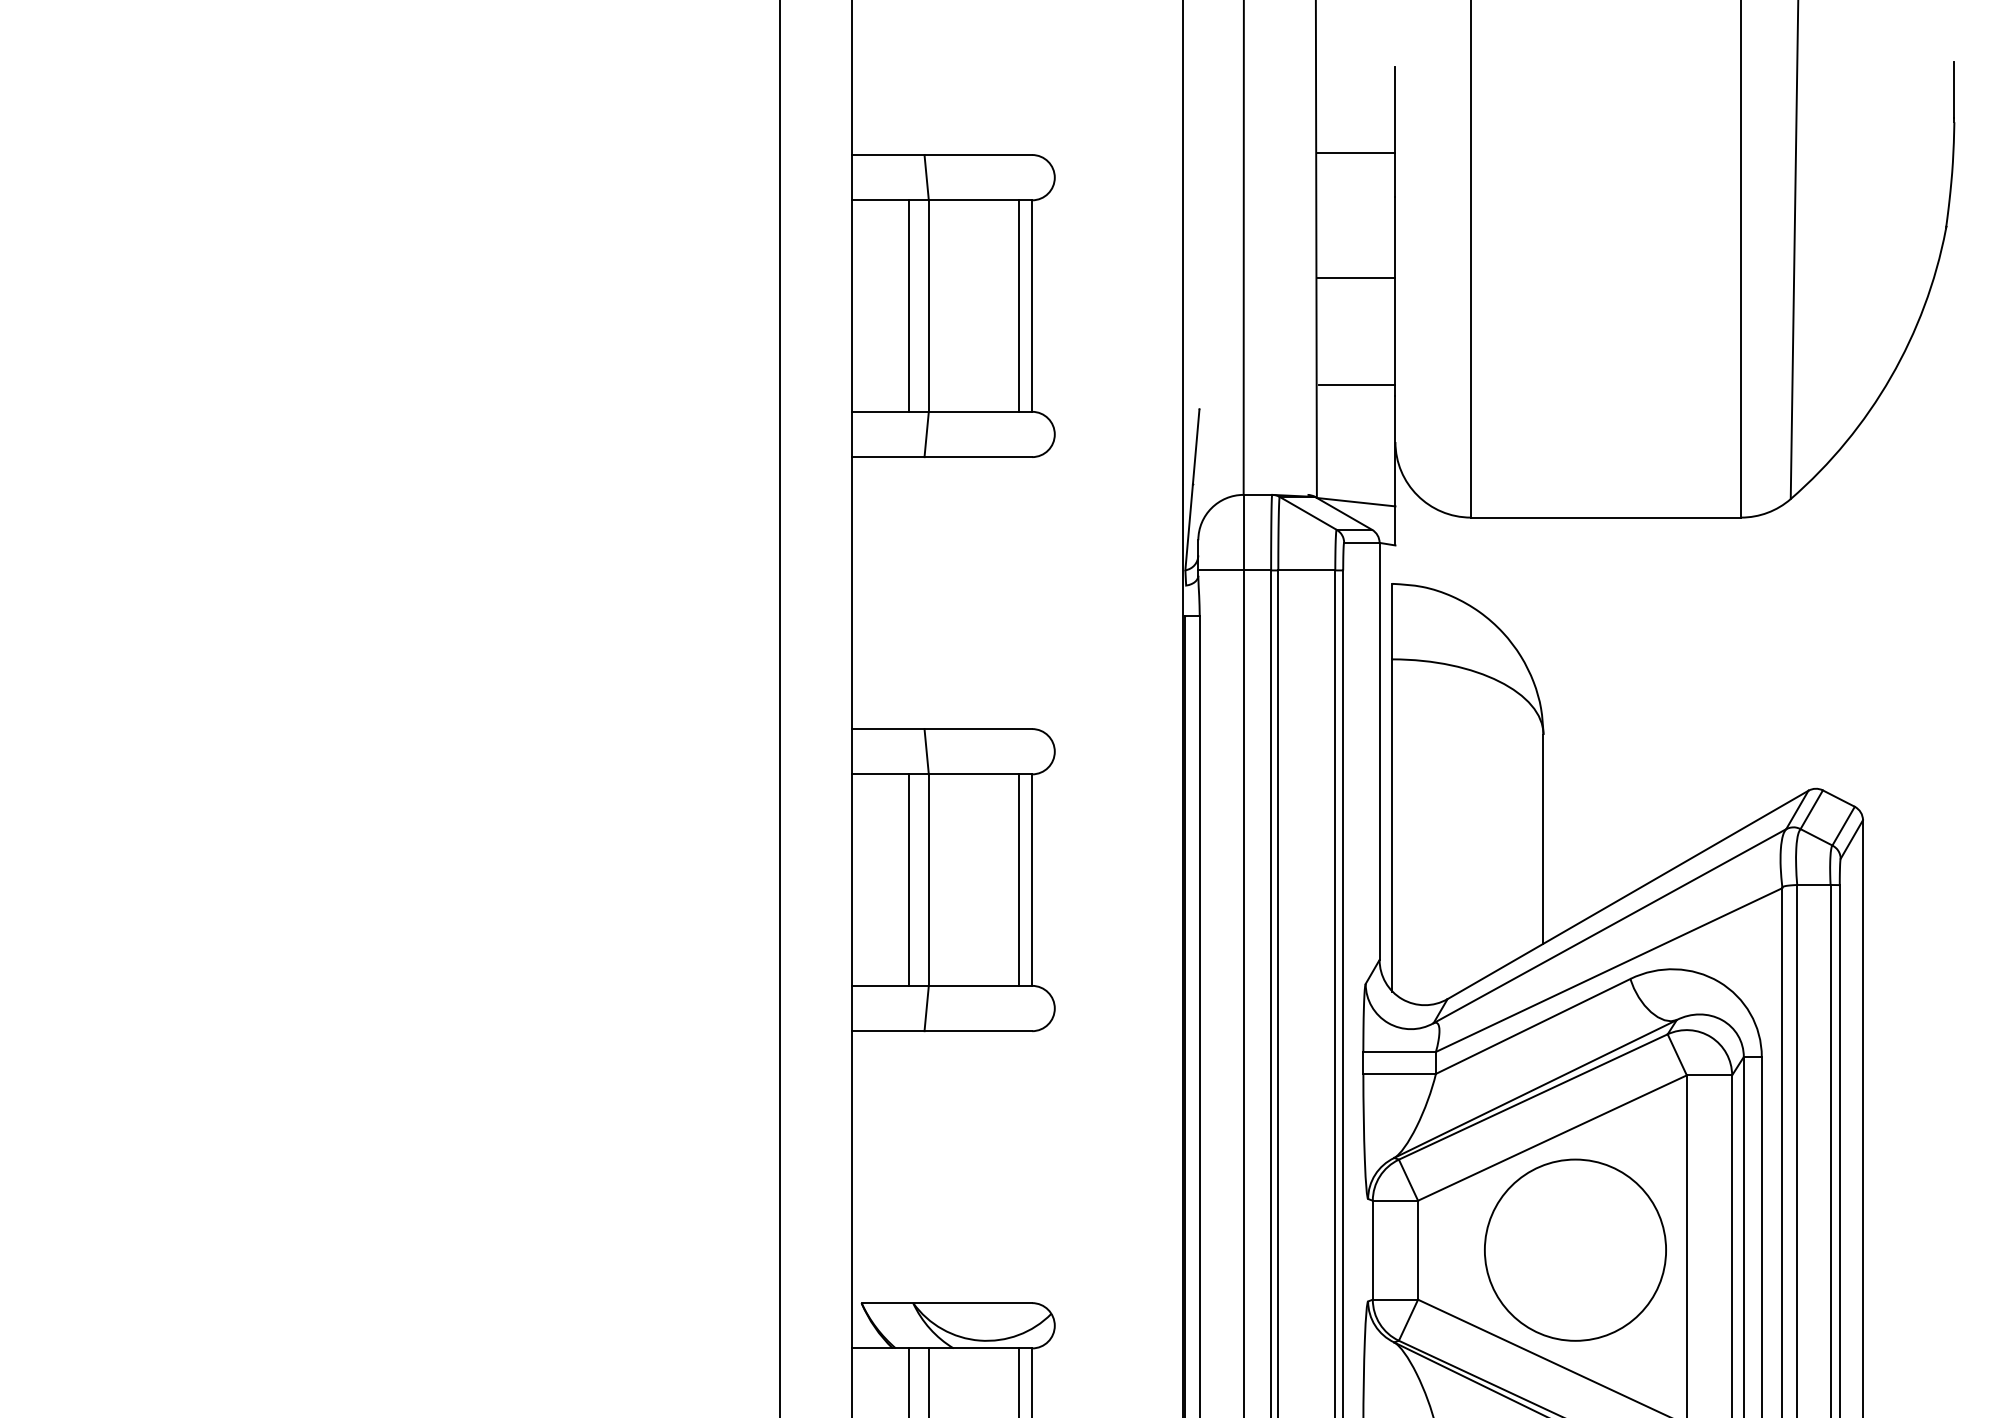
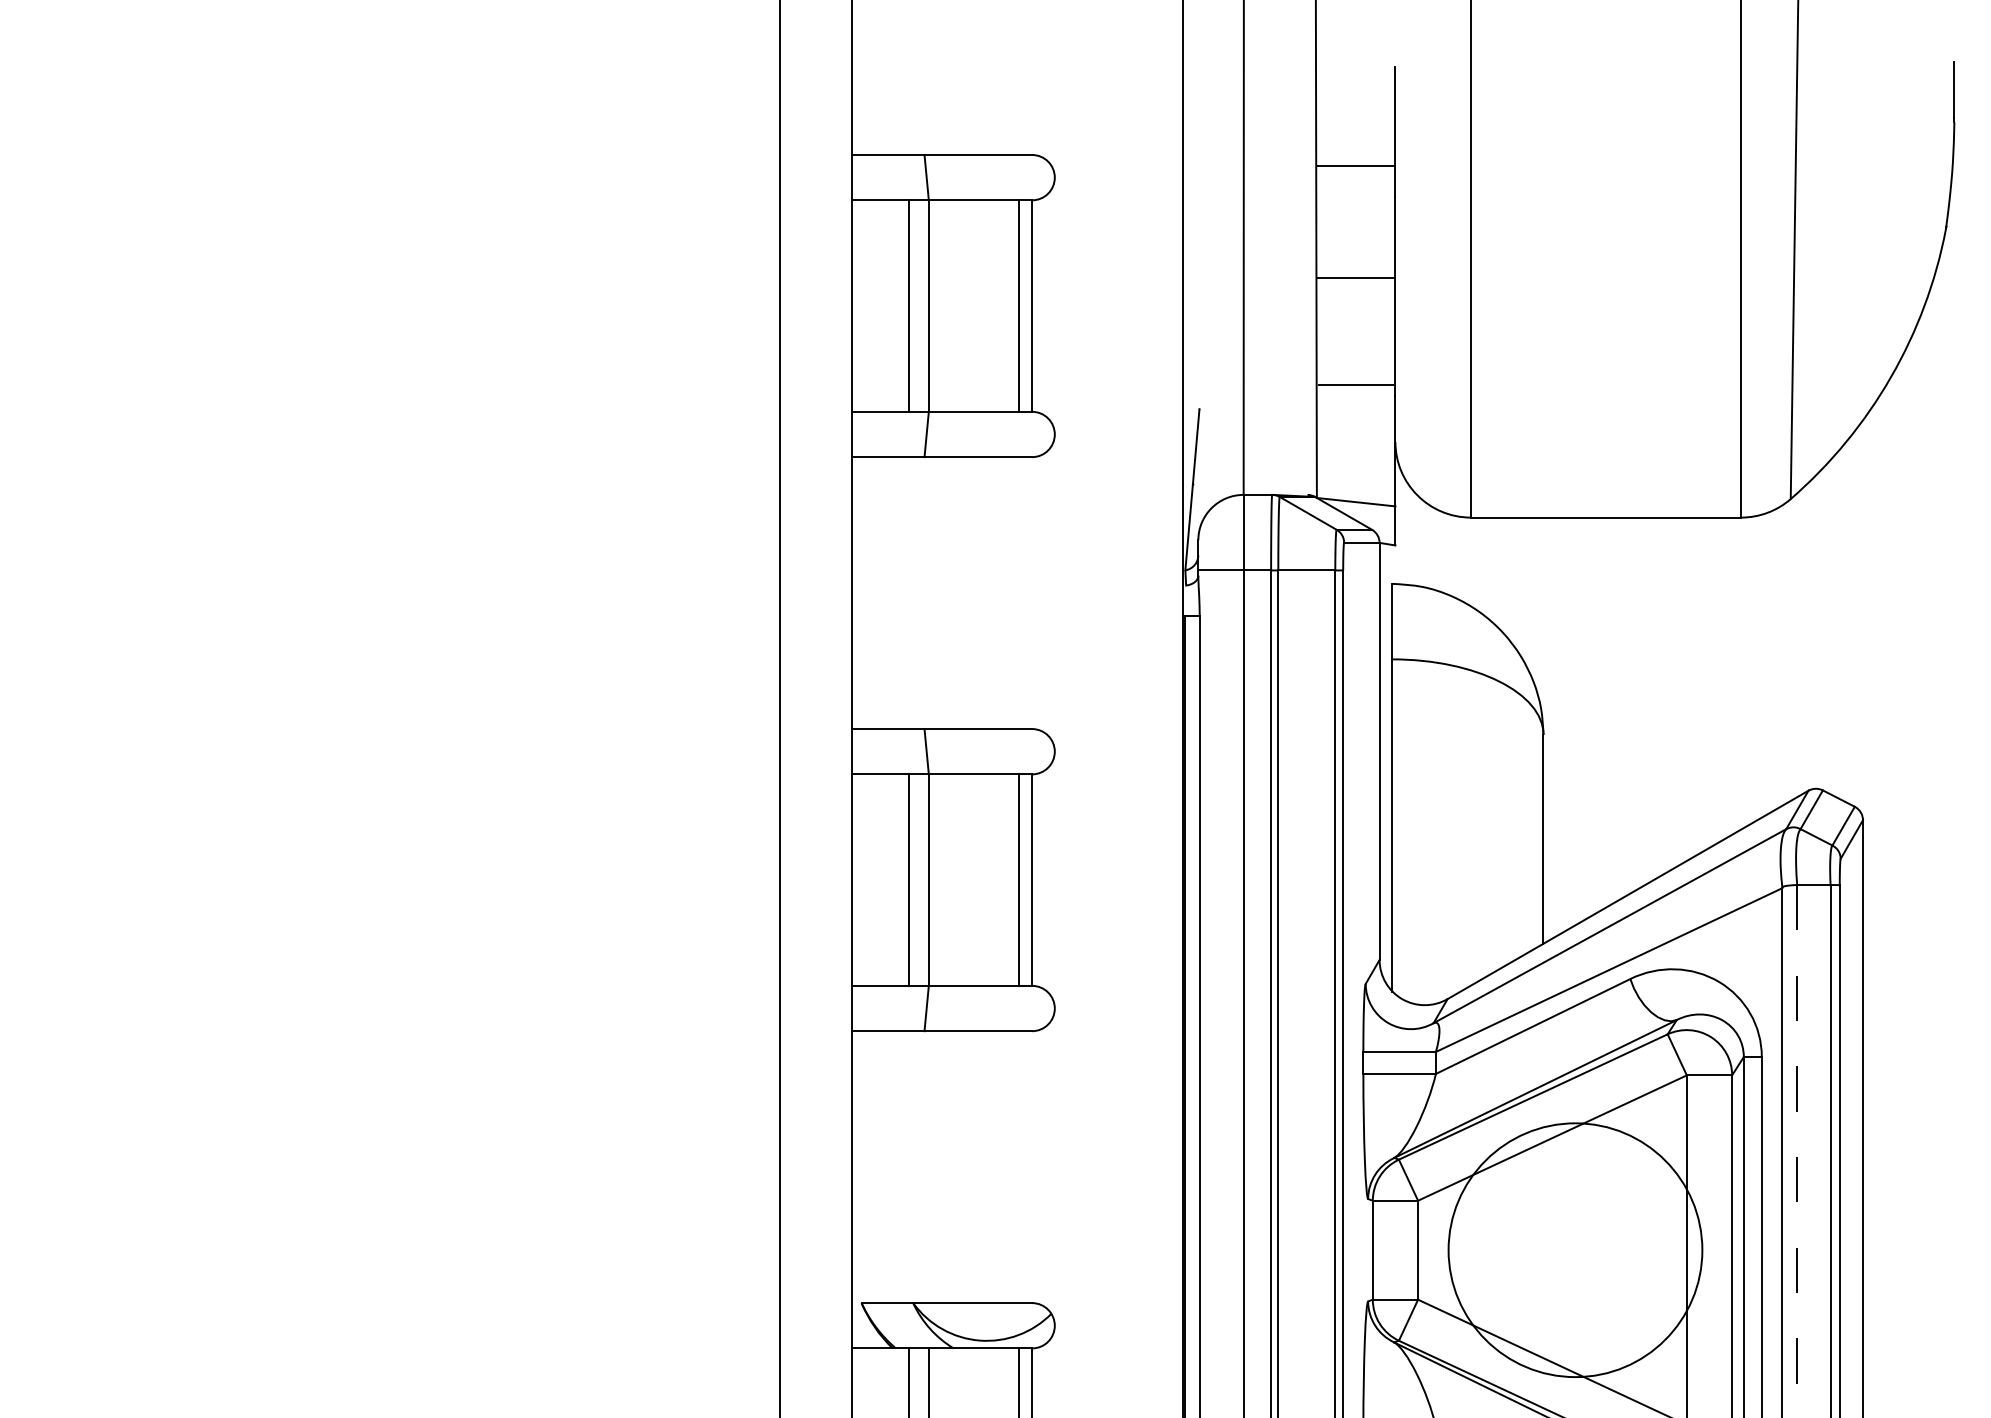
line at (1355, 153) position: (1355, 153) -> (1355, 166)
line at (1797, 1151): solid -> dashed
circle at (1575, 1249) diameter: 181 px -> 254 px
